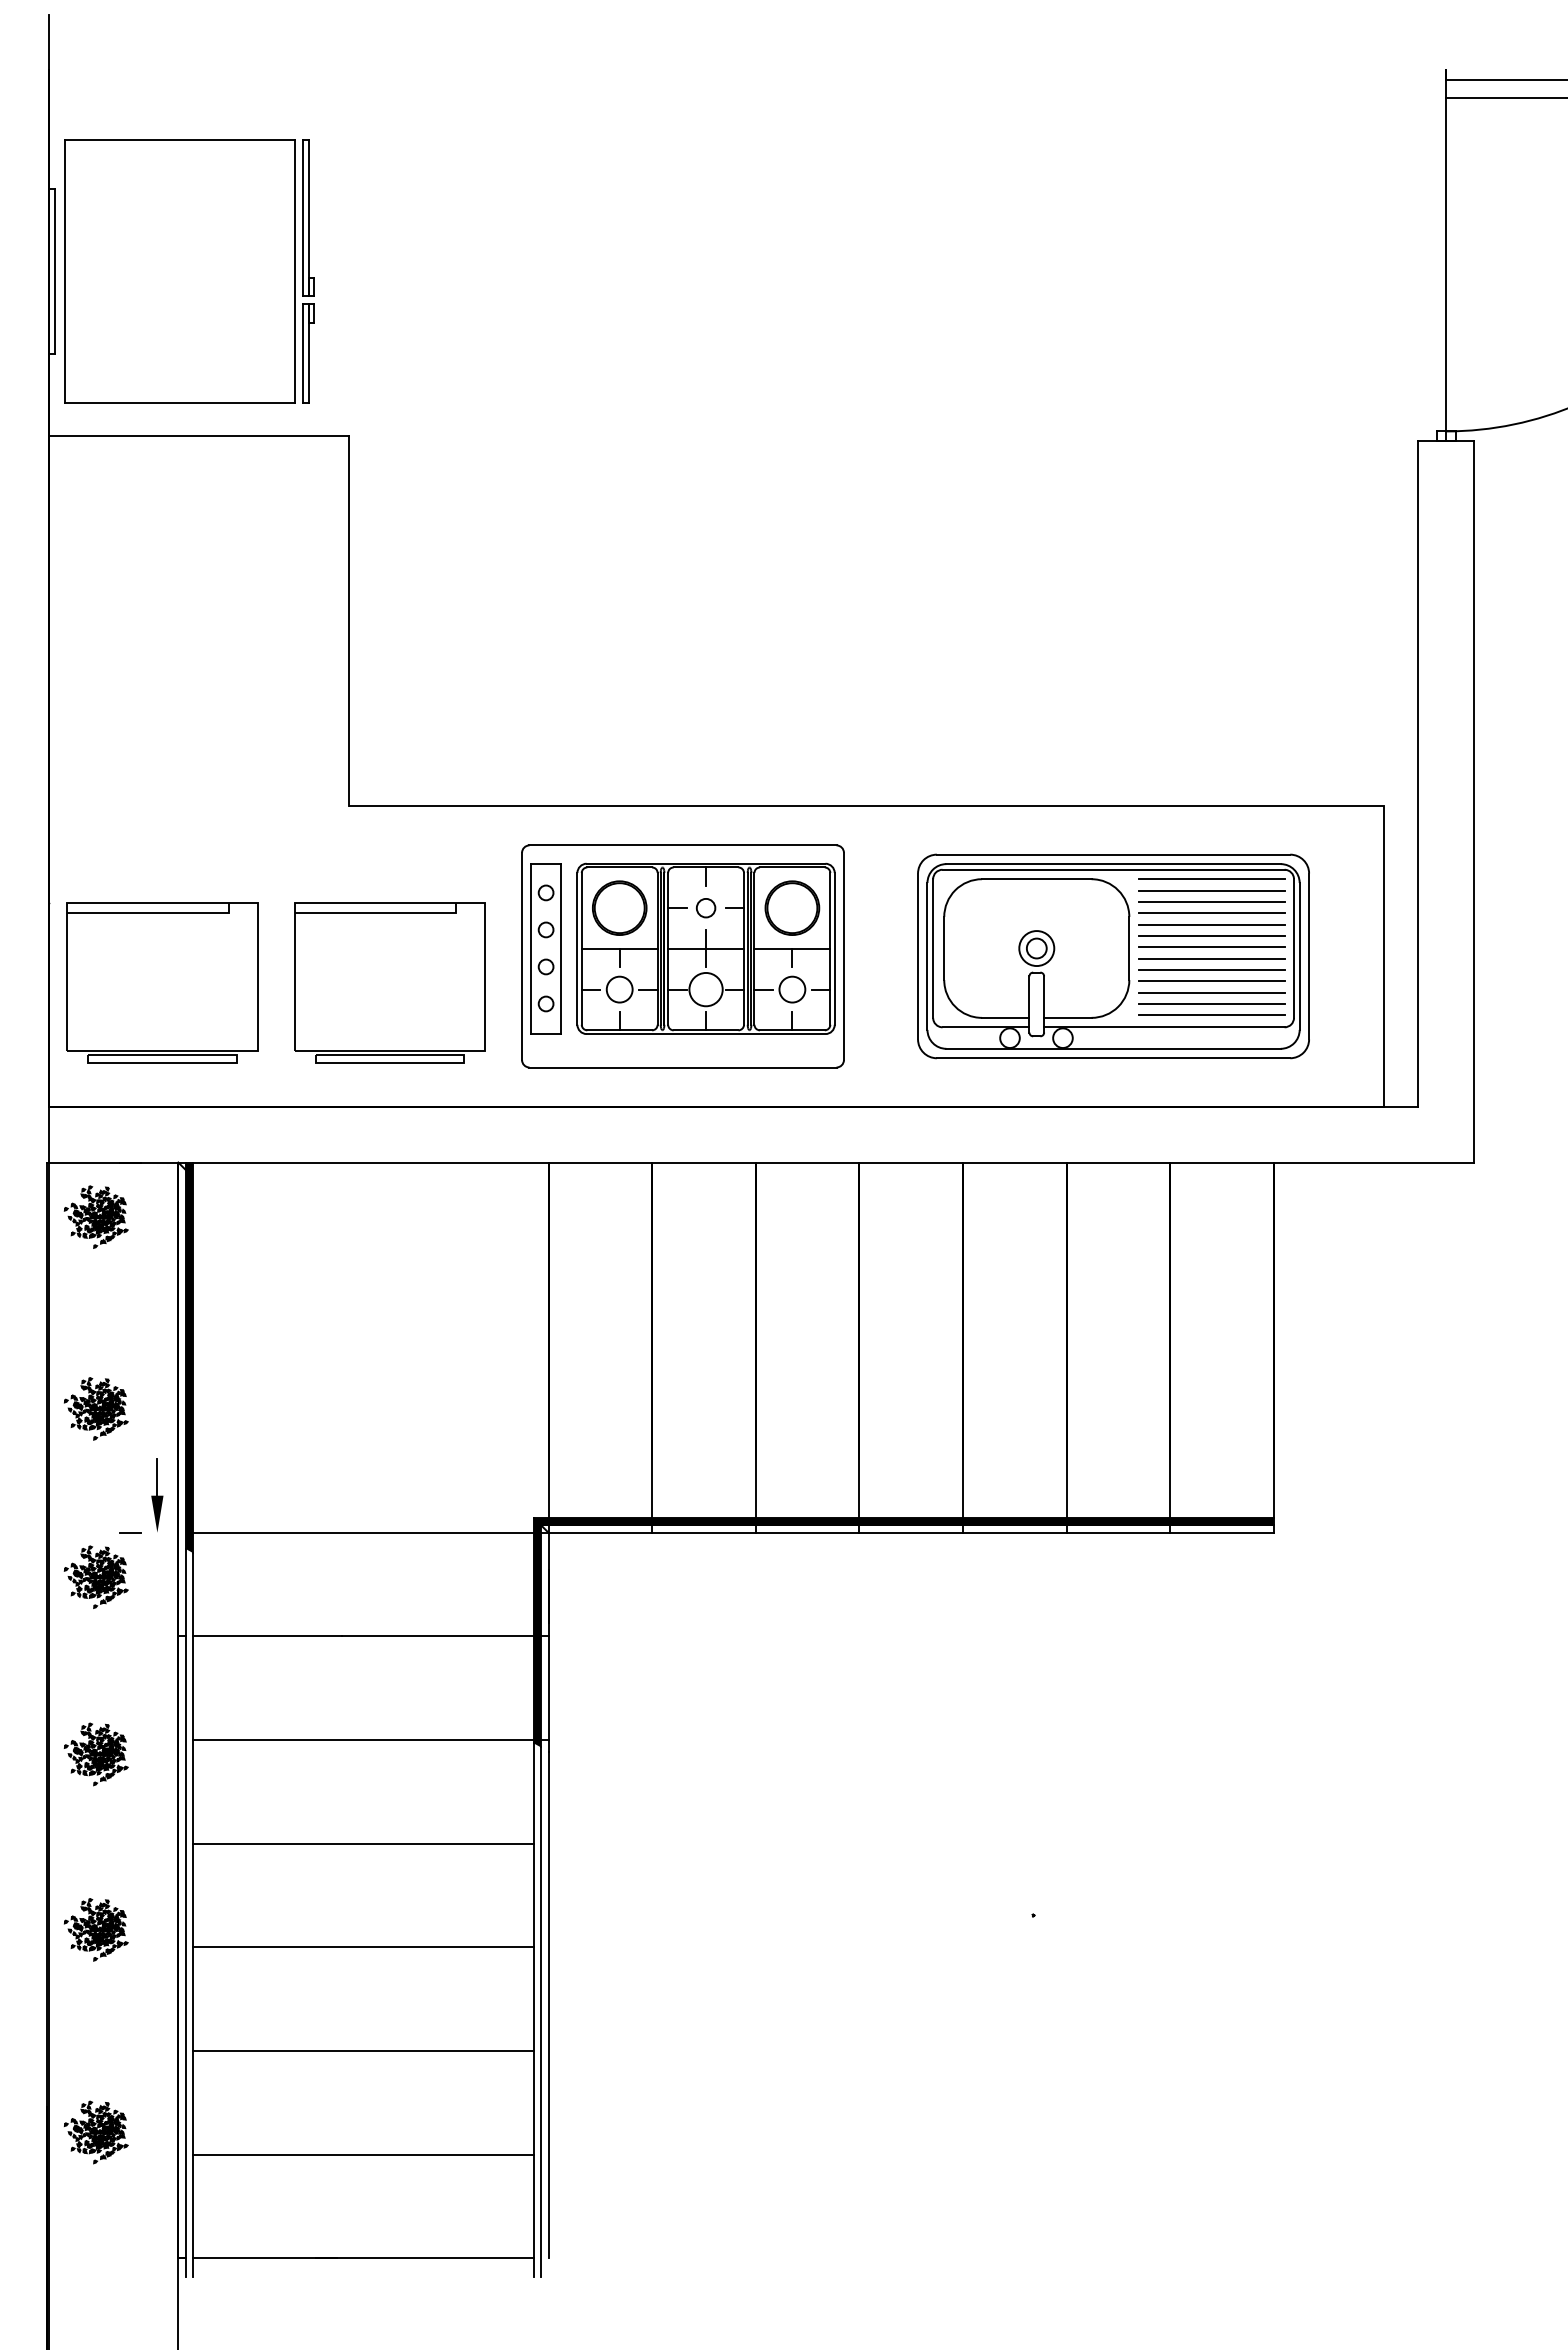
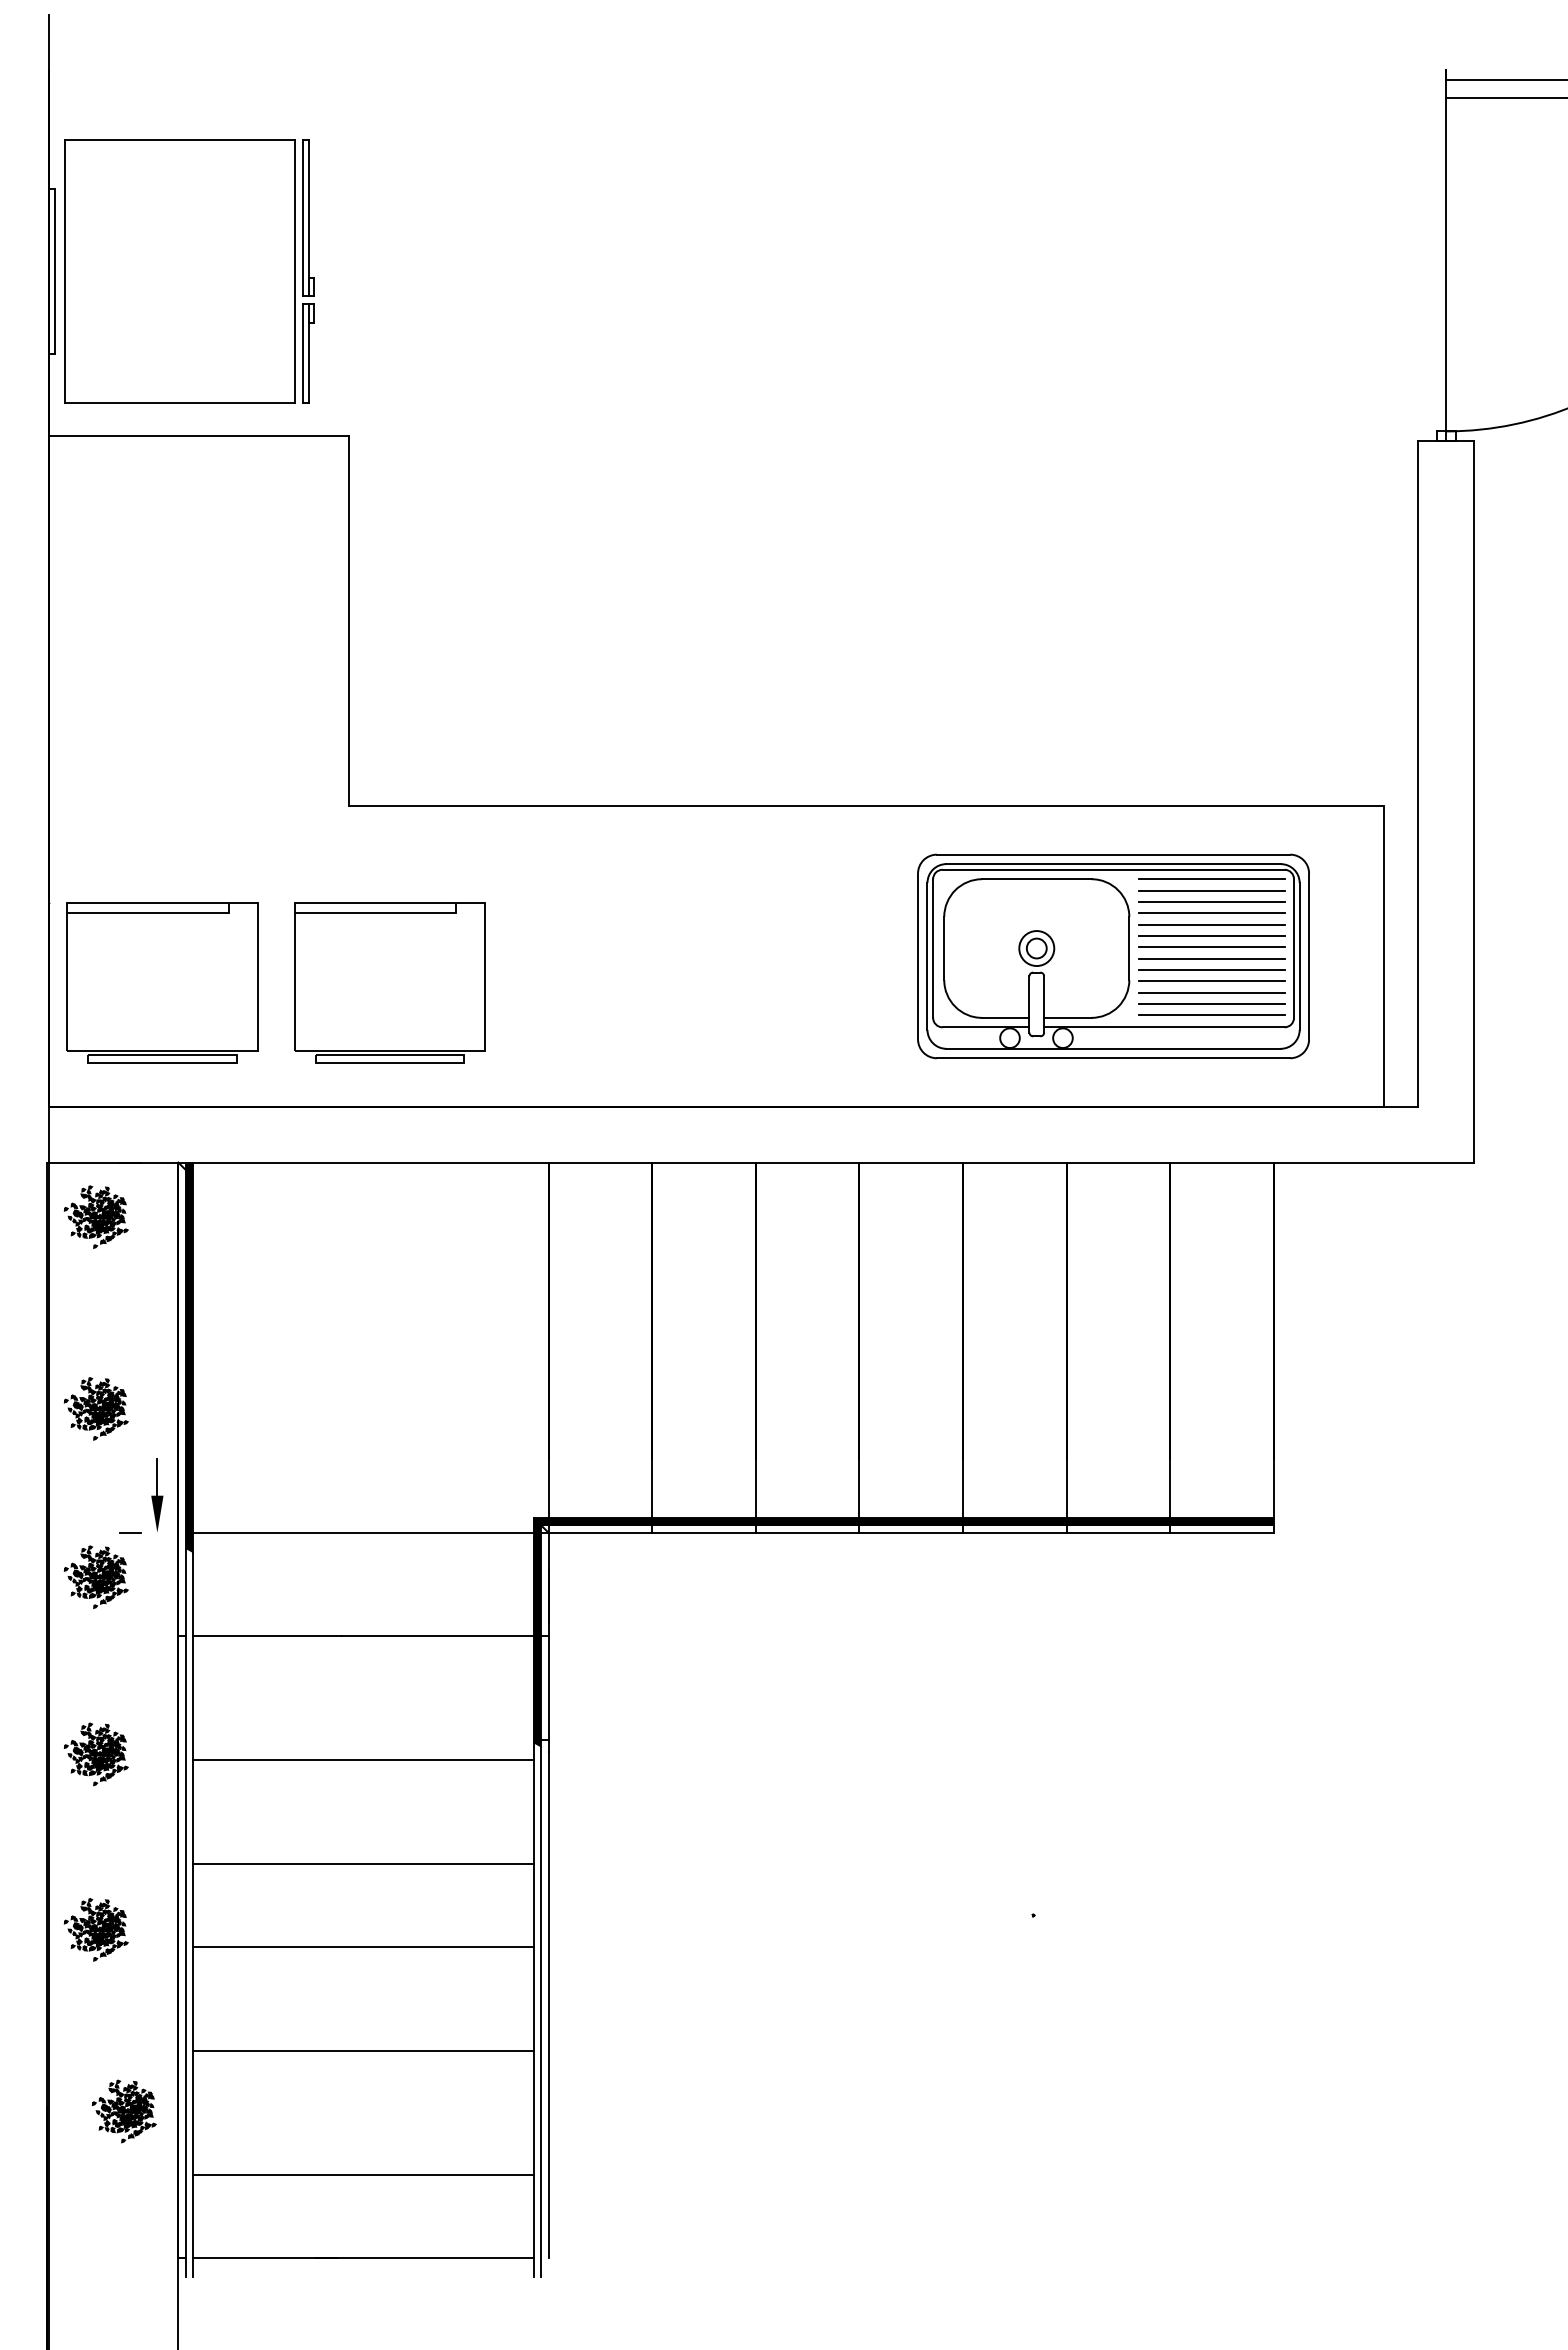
part at (682, 956): present -> none
line at (363, 1740) position: (363, 1740) -> (363, 1760)
line at (363, 1843) position: (363, 1843) -> (363, 1863)
part at (95, 2132) position: (95, 2132) -> (123, 2111)
line at (363, 2154) position: (363, 2154) -> (363, 2174)
